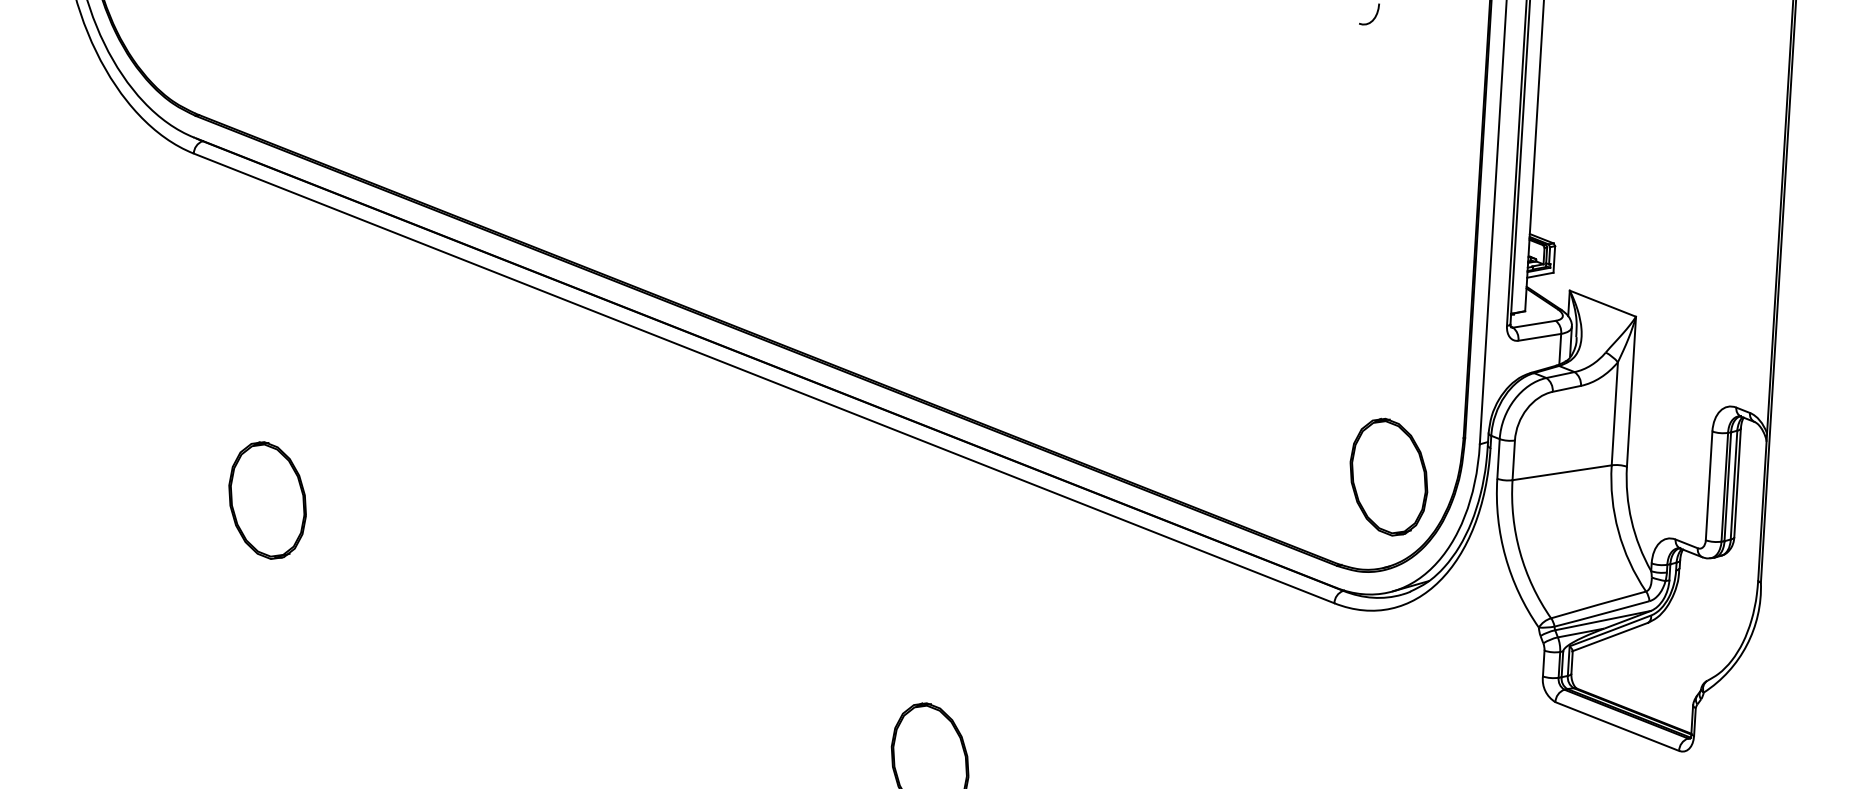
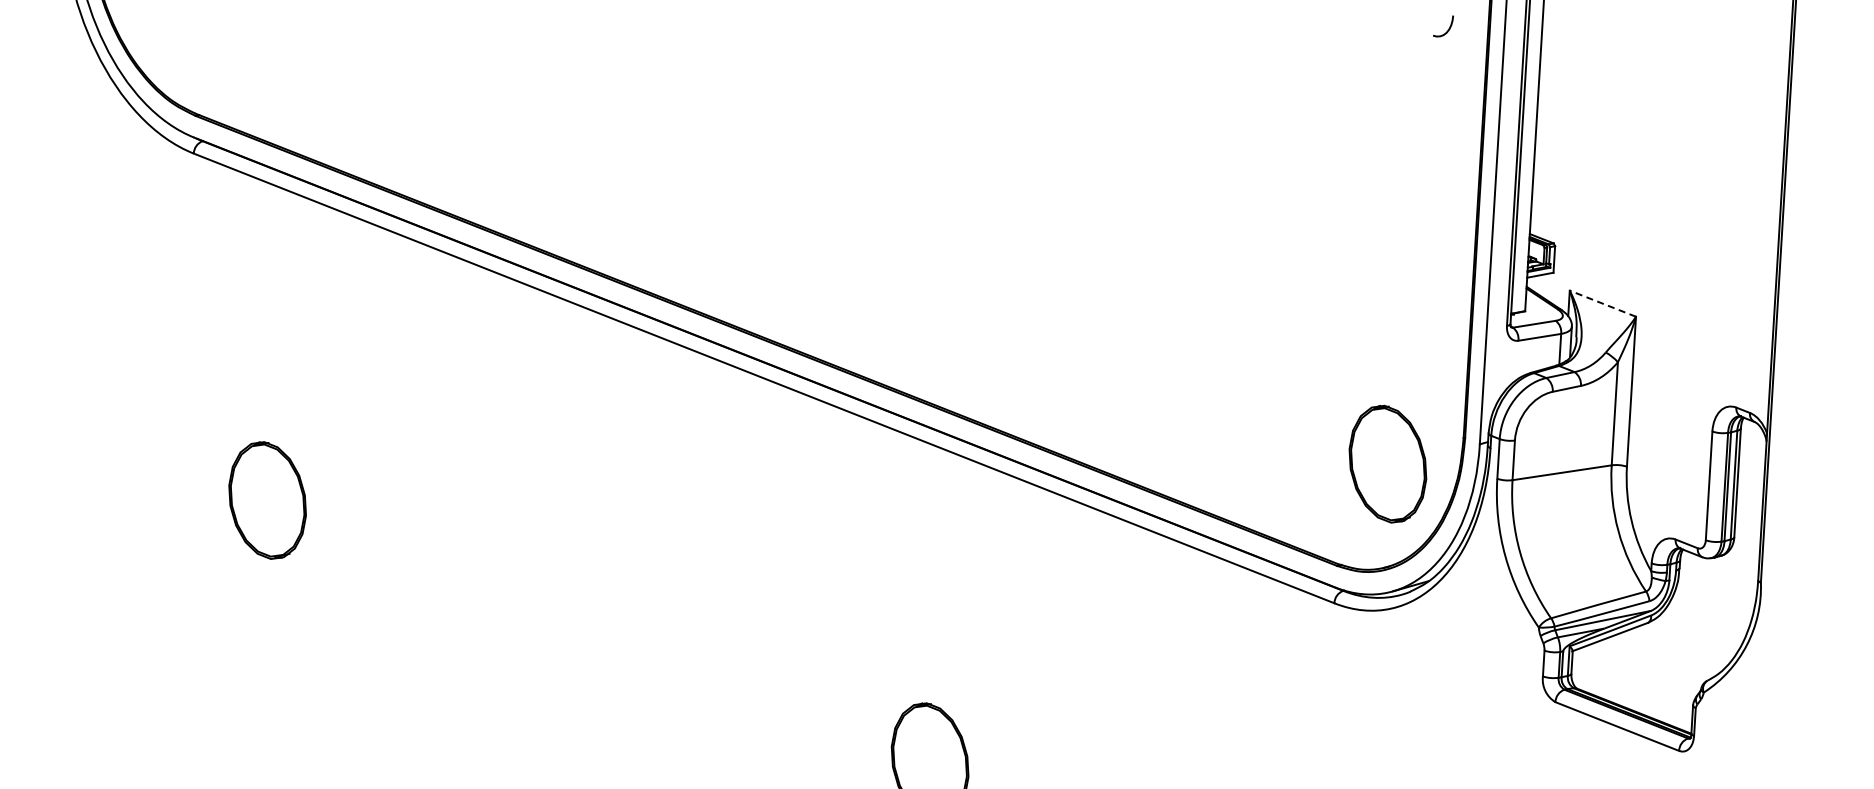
curve at (1374, 16) position: (1374, 16) -> (1448, 28)
line at (1602, 303): solid -> dashed
part at (1388, 476) position: (1388, 476) -> (1387, 463)
